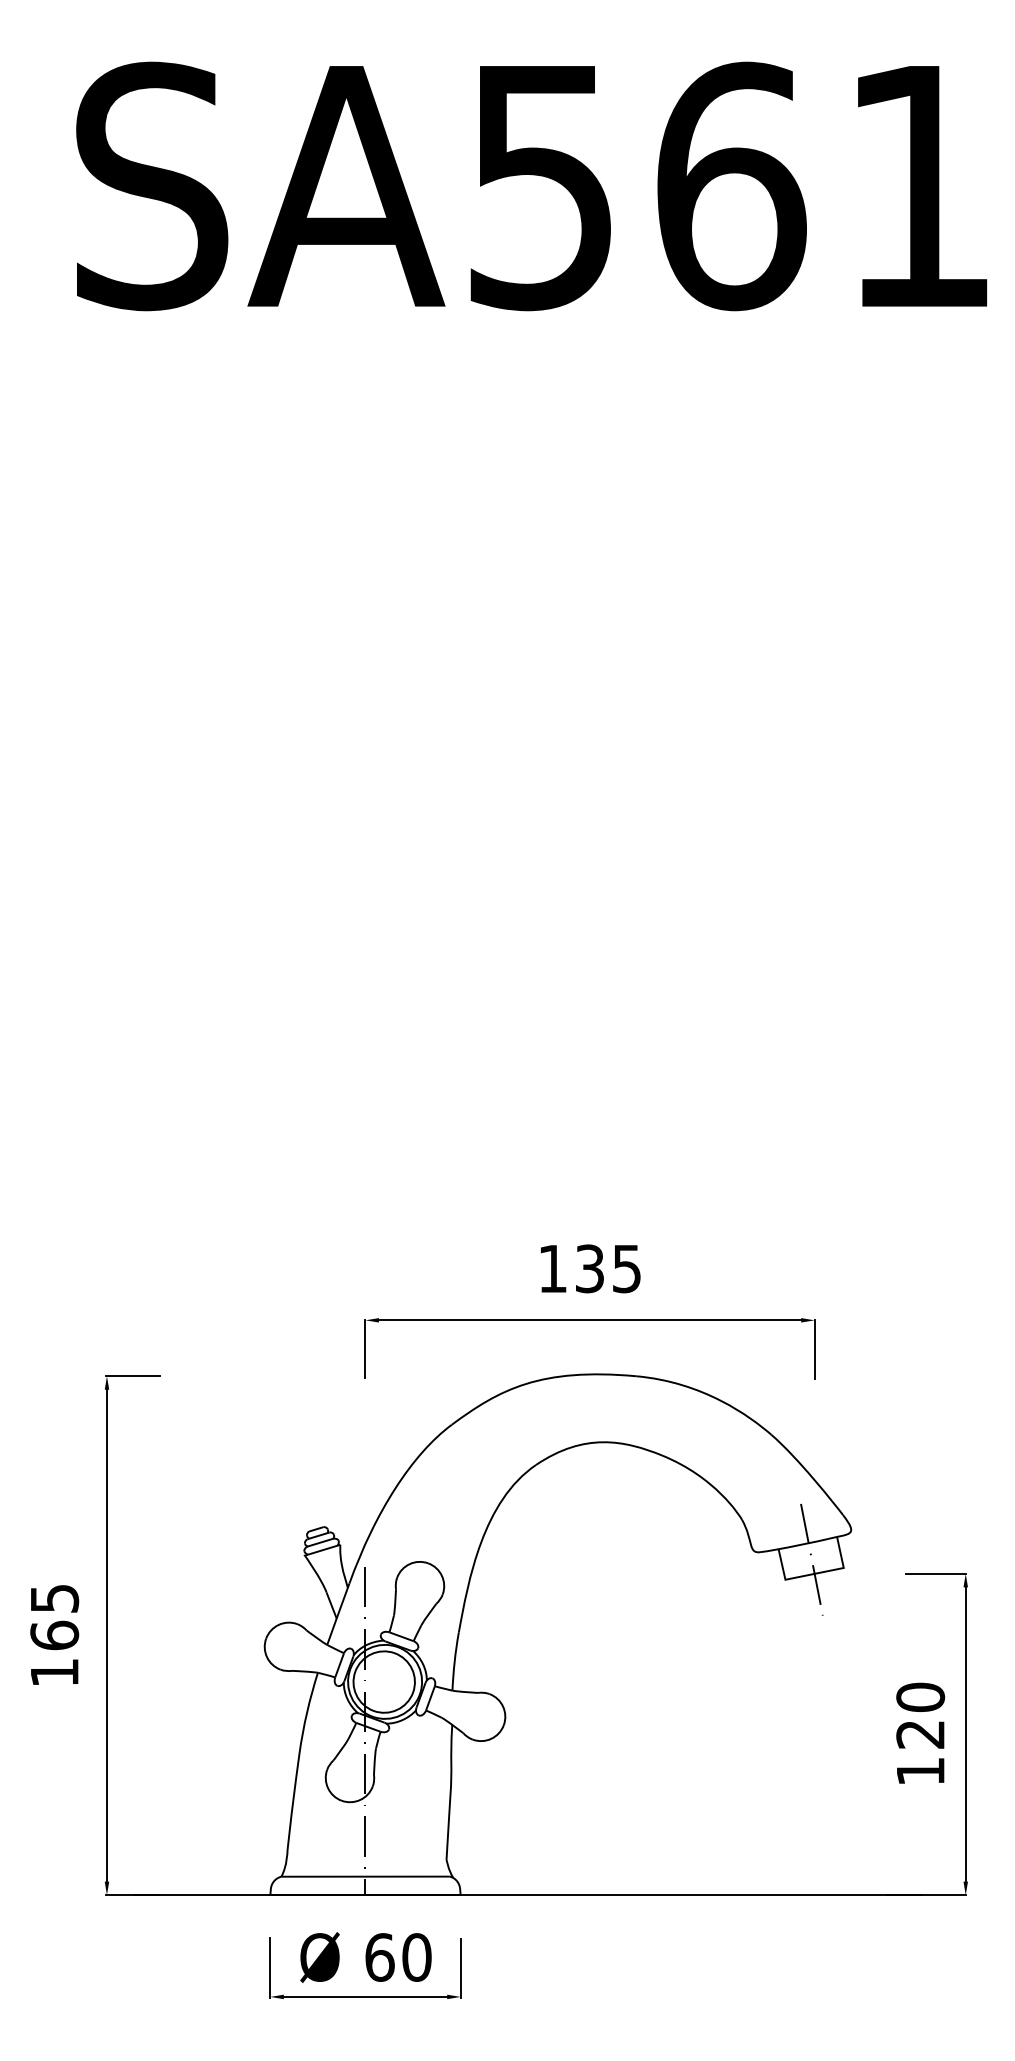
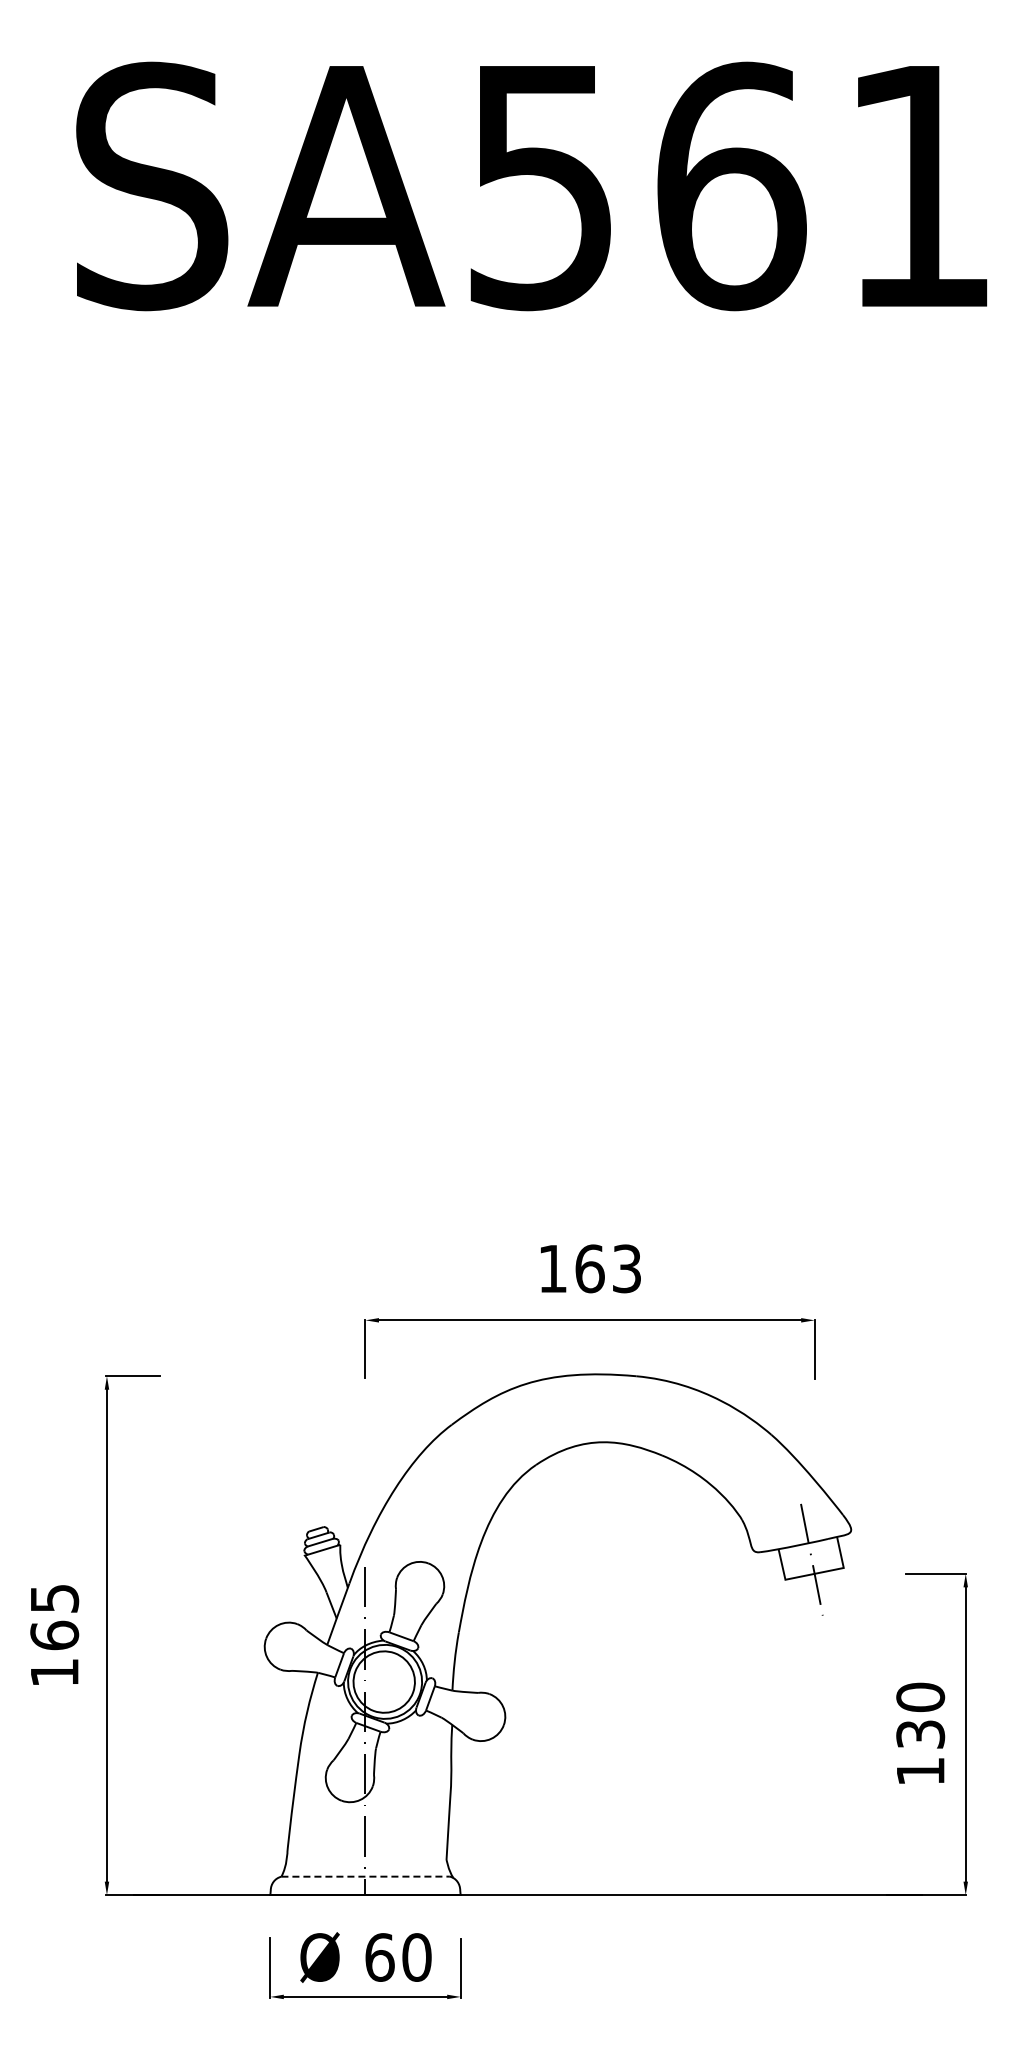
text at (607, 1268): 135 -> 163
text at (920, 1734): 120 -> 130
line at (366, 1876): solid -> dashed
